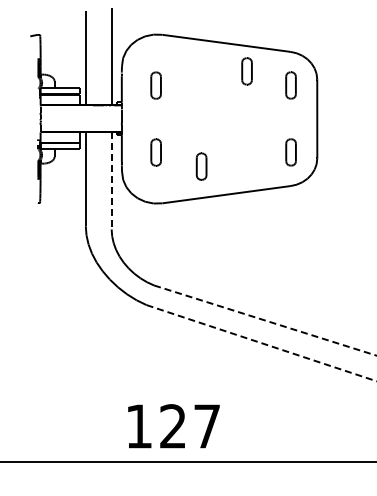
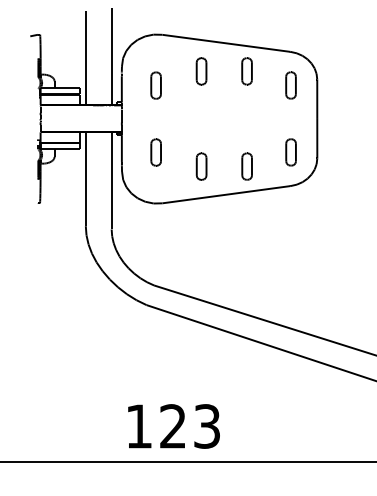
part at (201, 71): none -> present
part at (246, 166): none -> present
line at (111, 180): dashed -> solid
line at (265, 320): dashed -> solid
line at (262, 343): dashed -> solid
text at (206, 426): 127 -> 123
